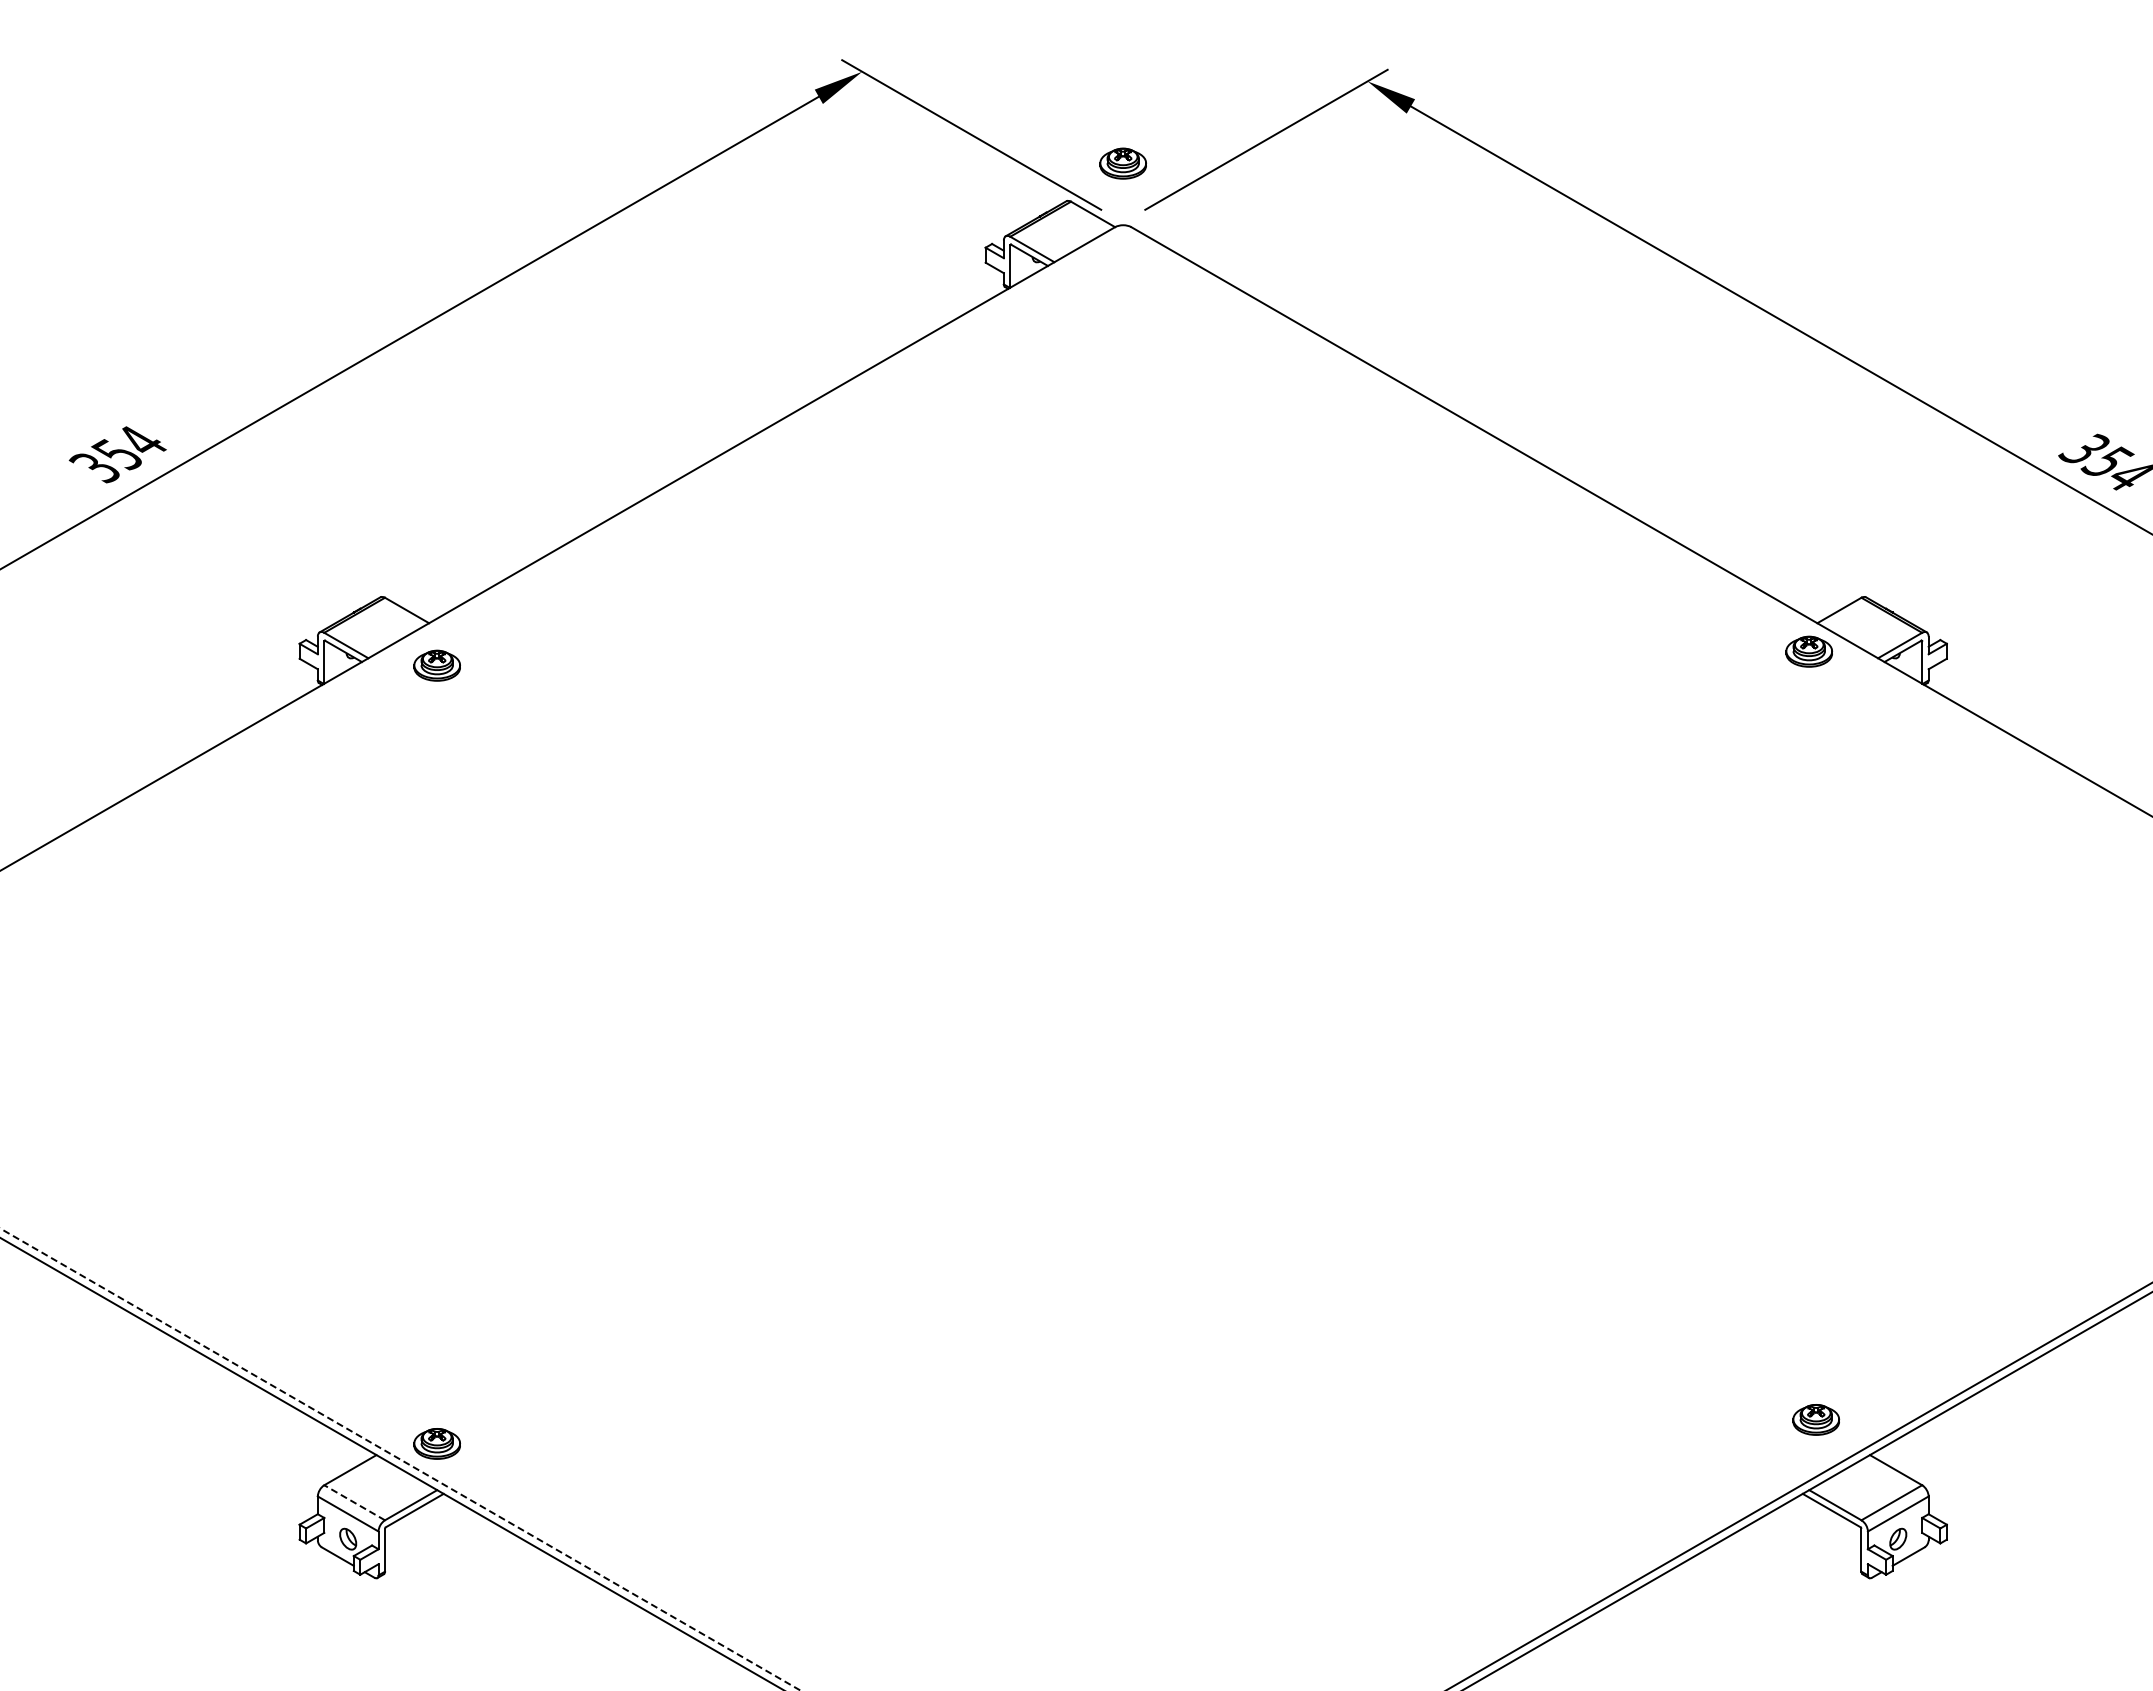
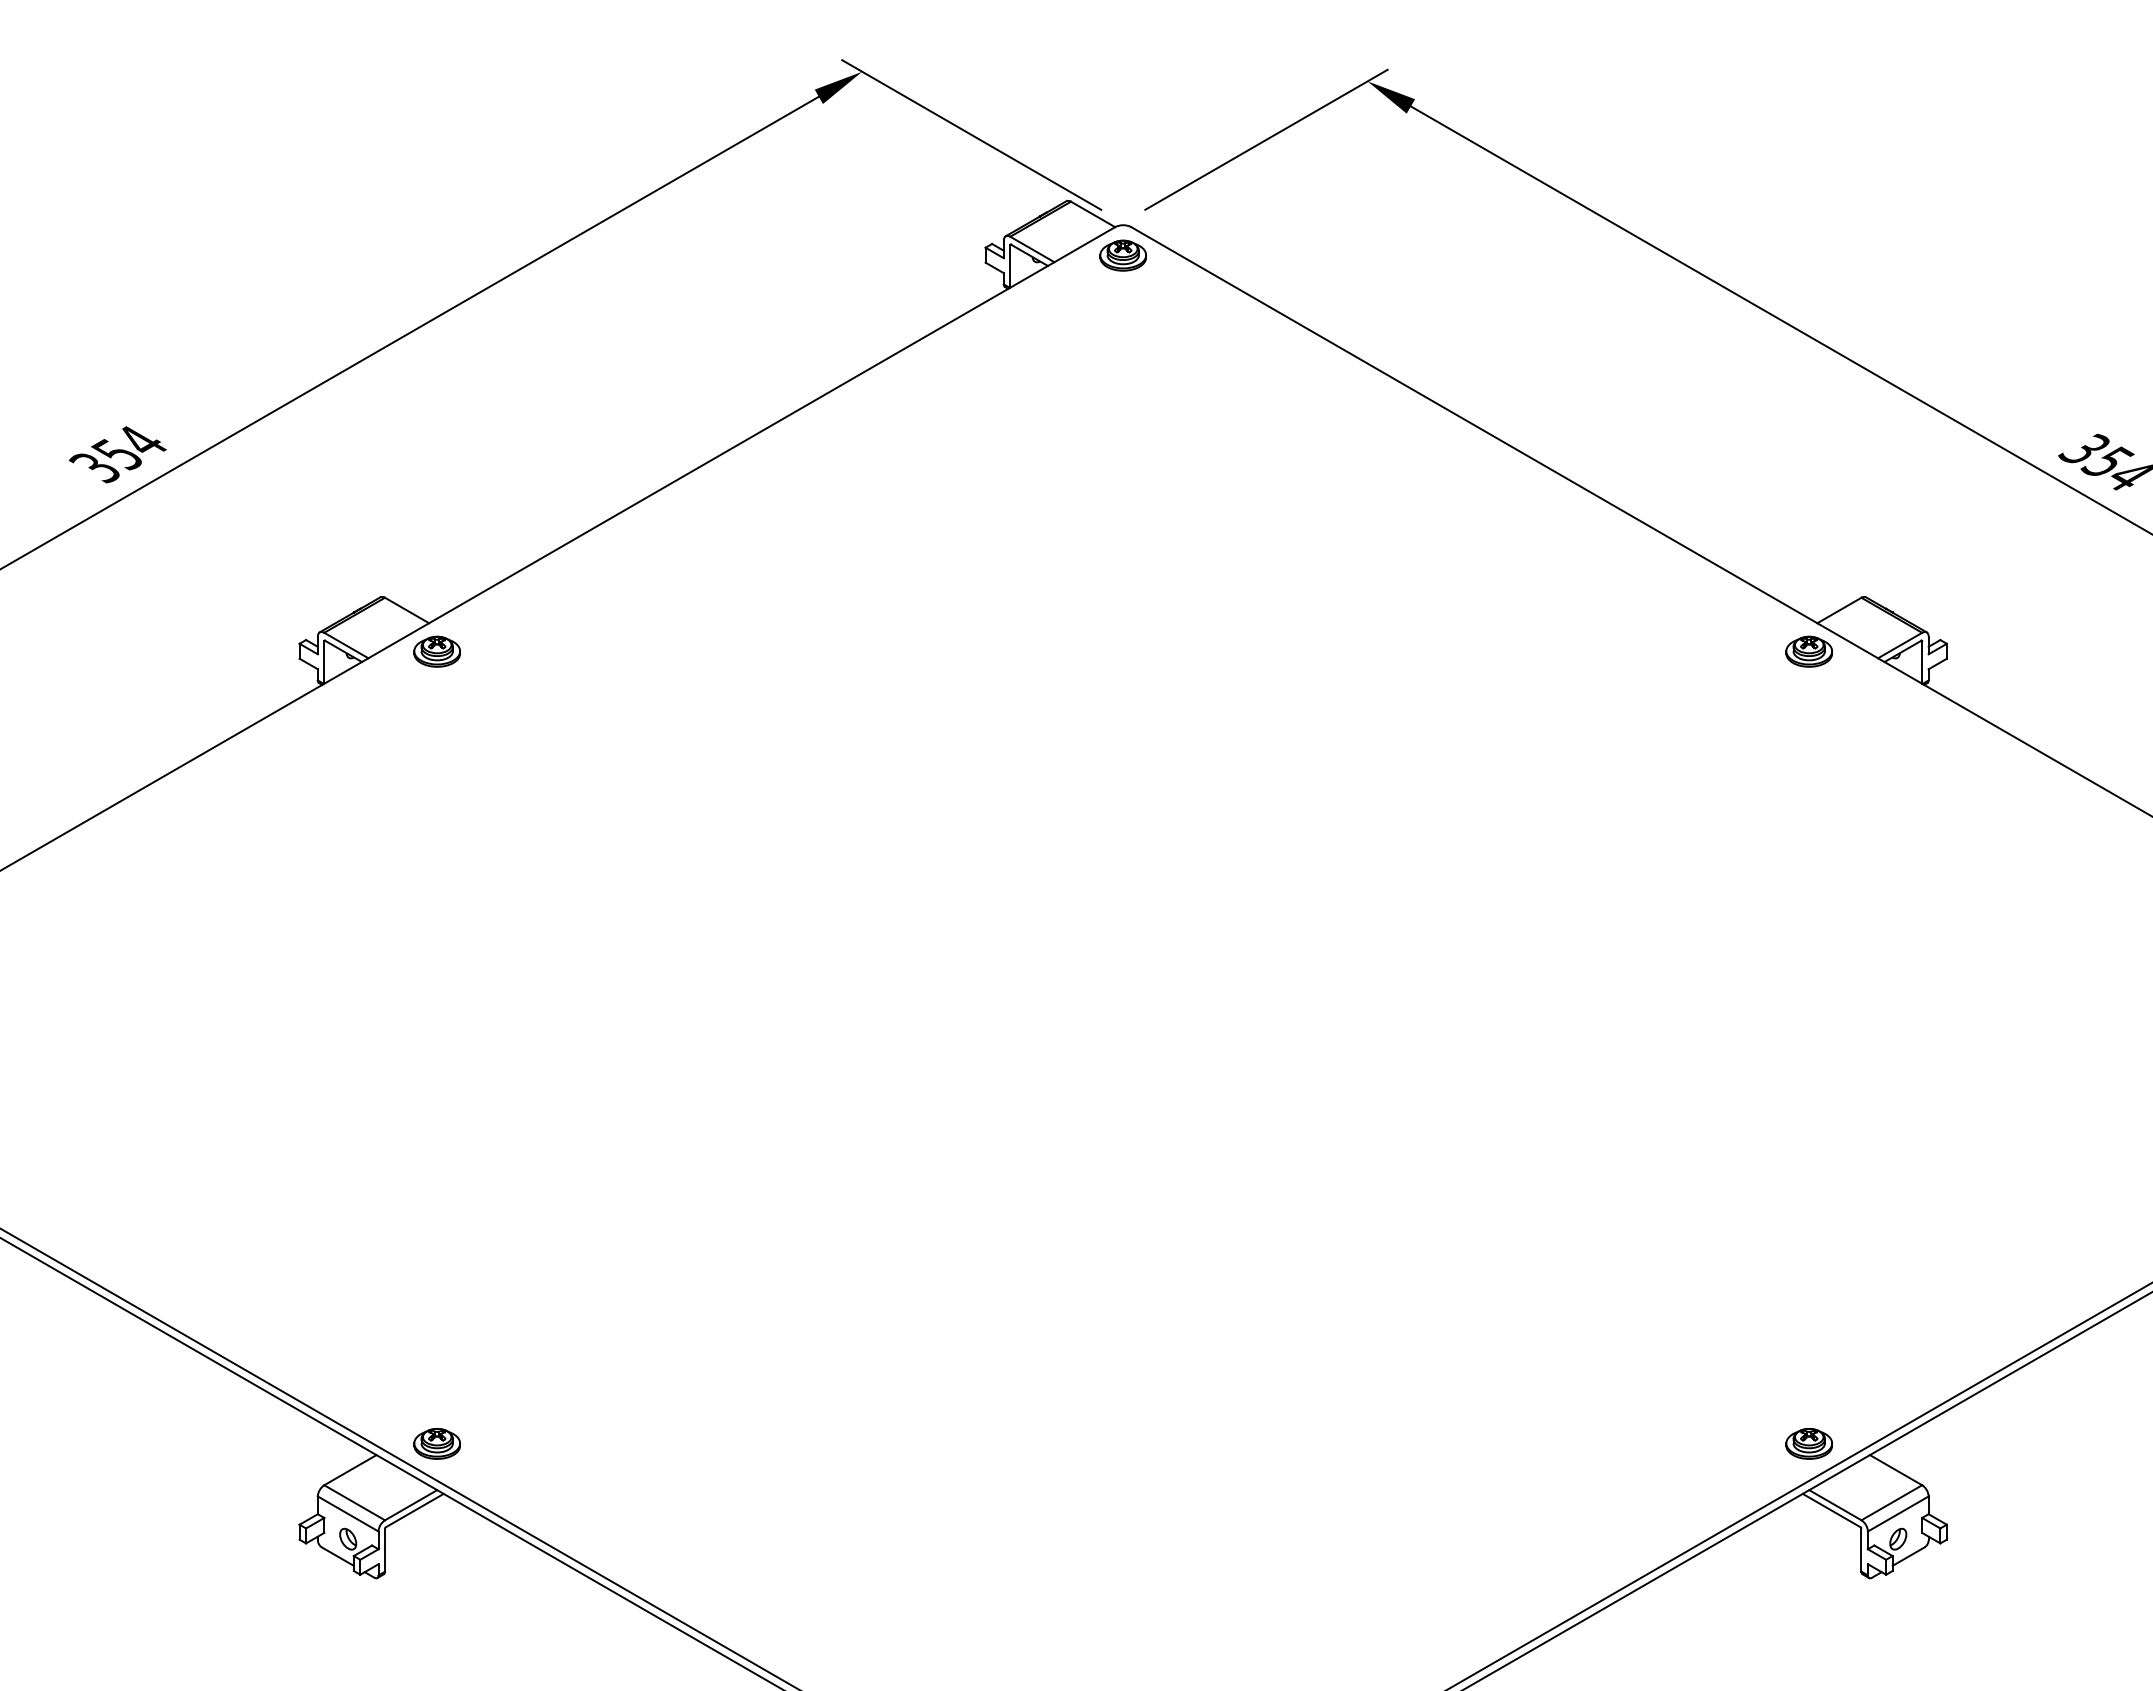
part at (1122, 163) position: (1122, 163) -> (1122, 255)
part at (436, 665) position: (436, 665) -> (436, 651)
part at (1816, 1419) position: (1816, 1419) -> (1809, 1443)
line at (400, 1459): dashed -> solid
line at (354, 1502): dashed -> solid
